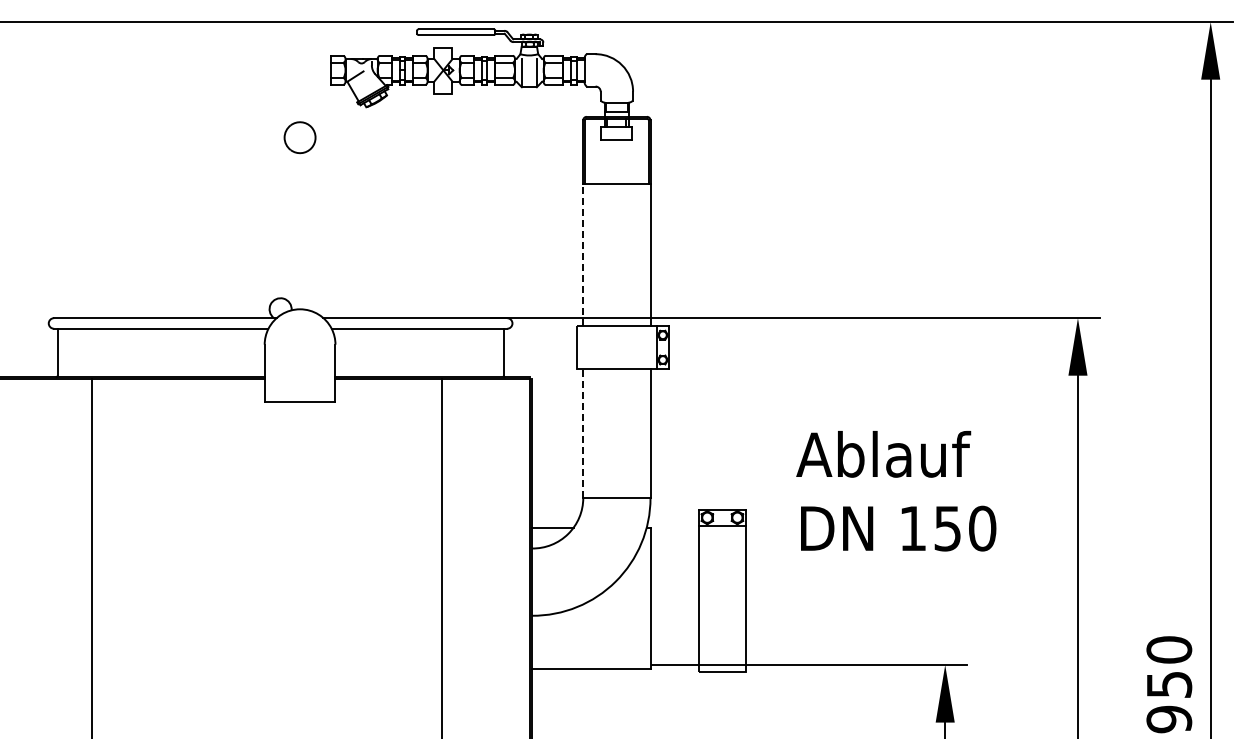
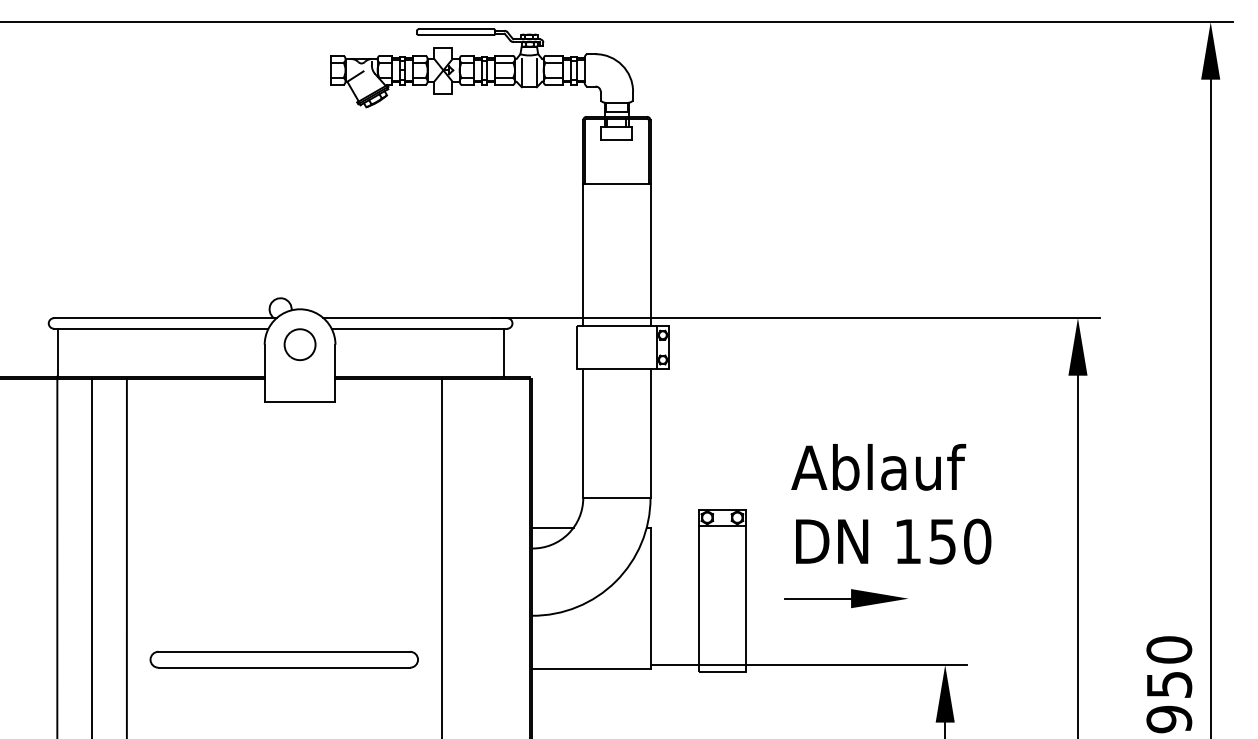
part at (299, 137) position: (299, 137) -> (299, 344)
line at (583, 254): dashed -> solid
line at (583, 433): dashed -> solid
text at (896, 491) position: (896, 491) -> (891, 504)
line at (57, 557): none -> present
line at (126, 557): none -> present
part at (845, 598): none -> present
part at (283, 659): none -> present
